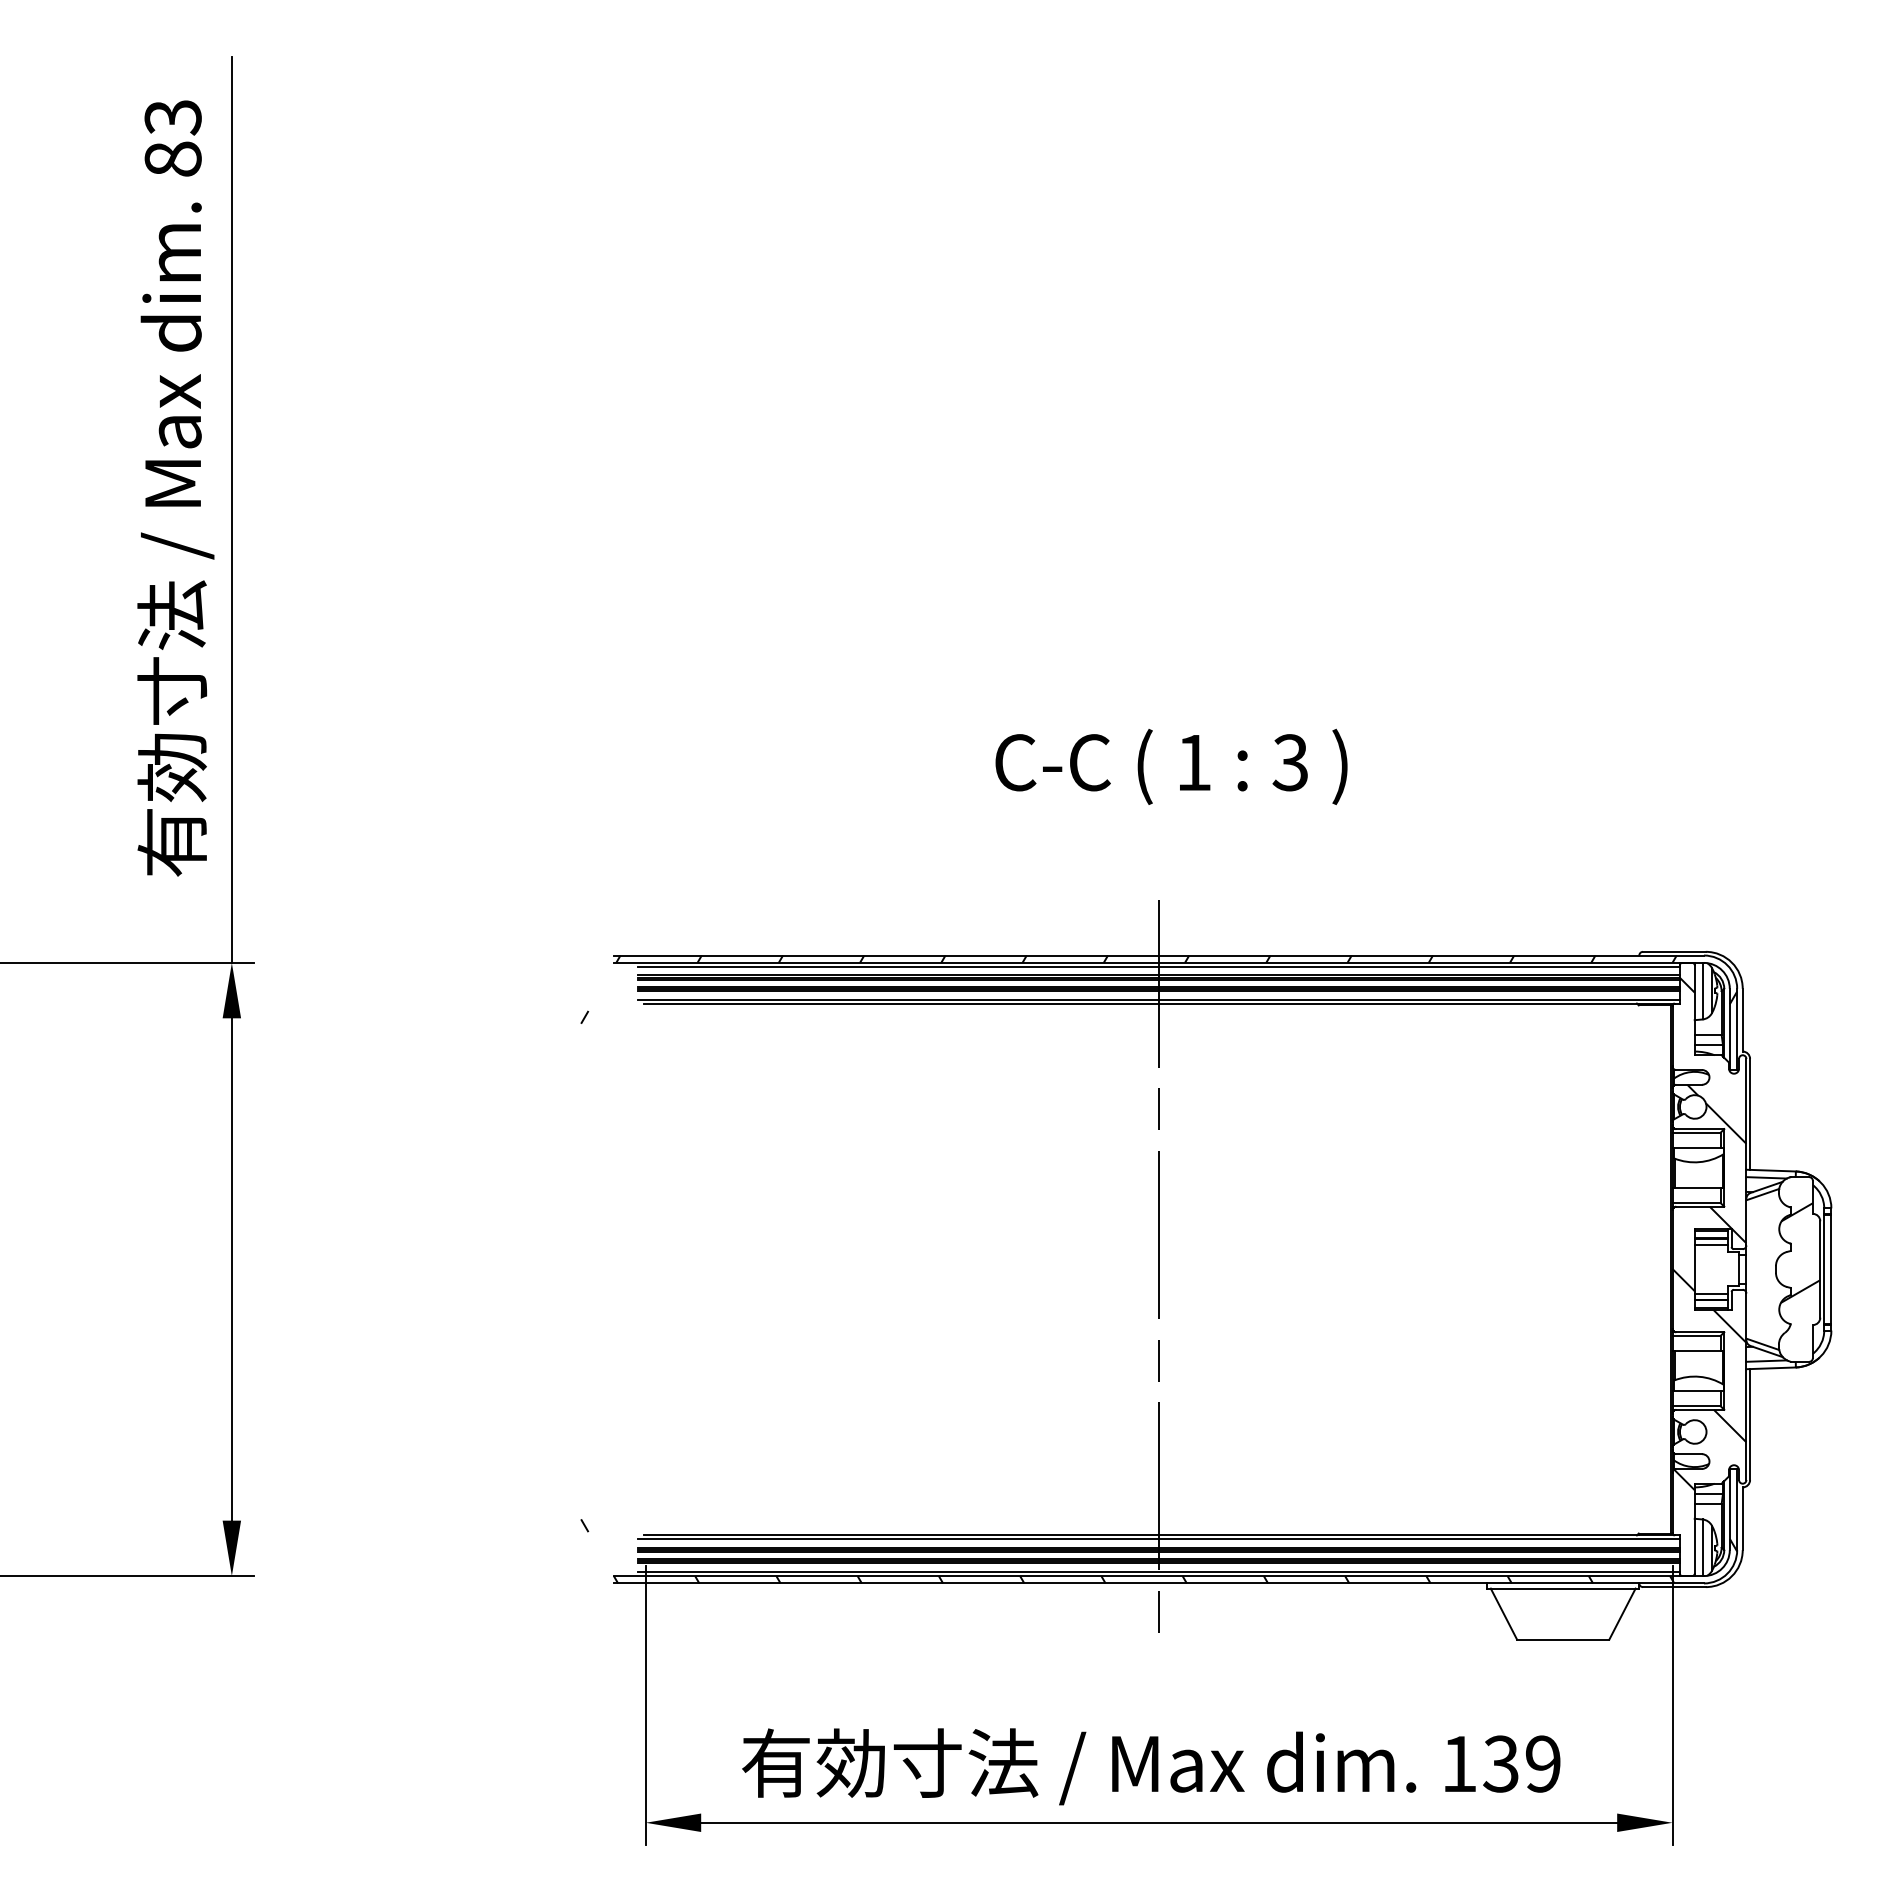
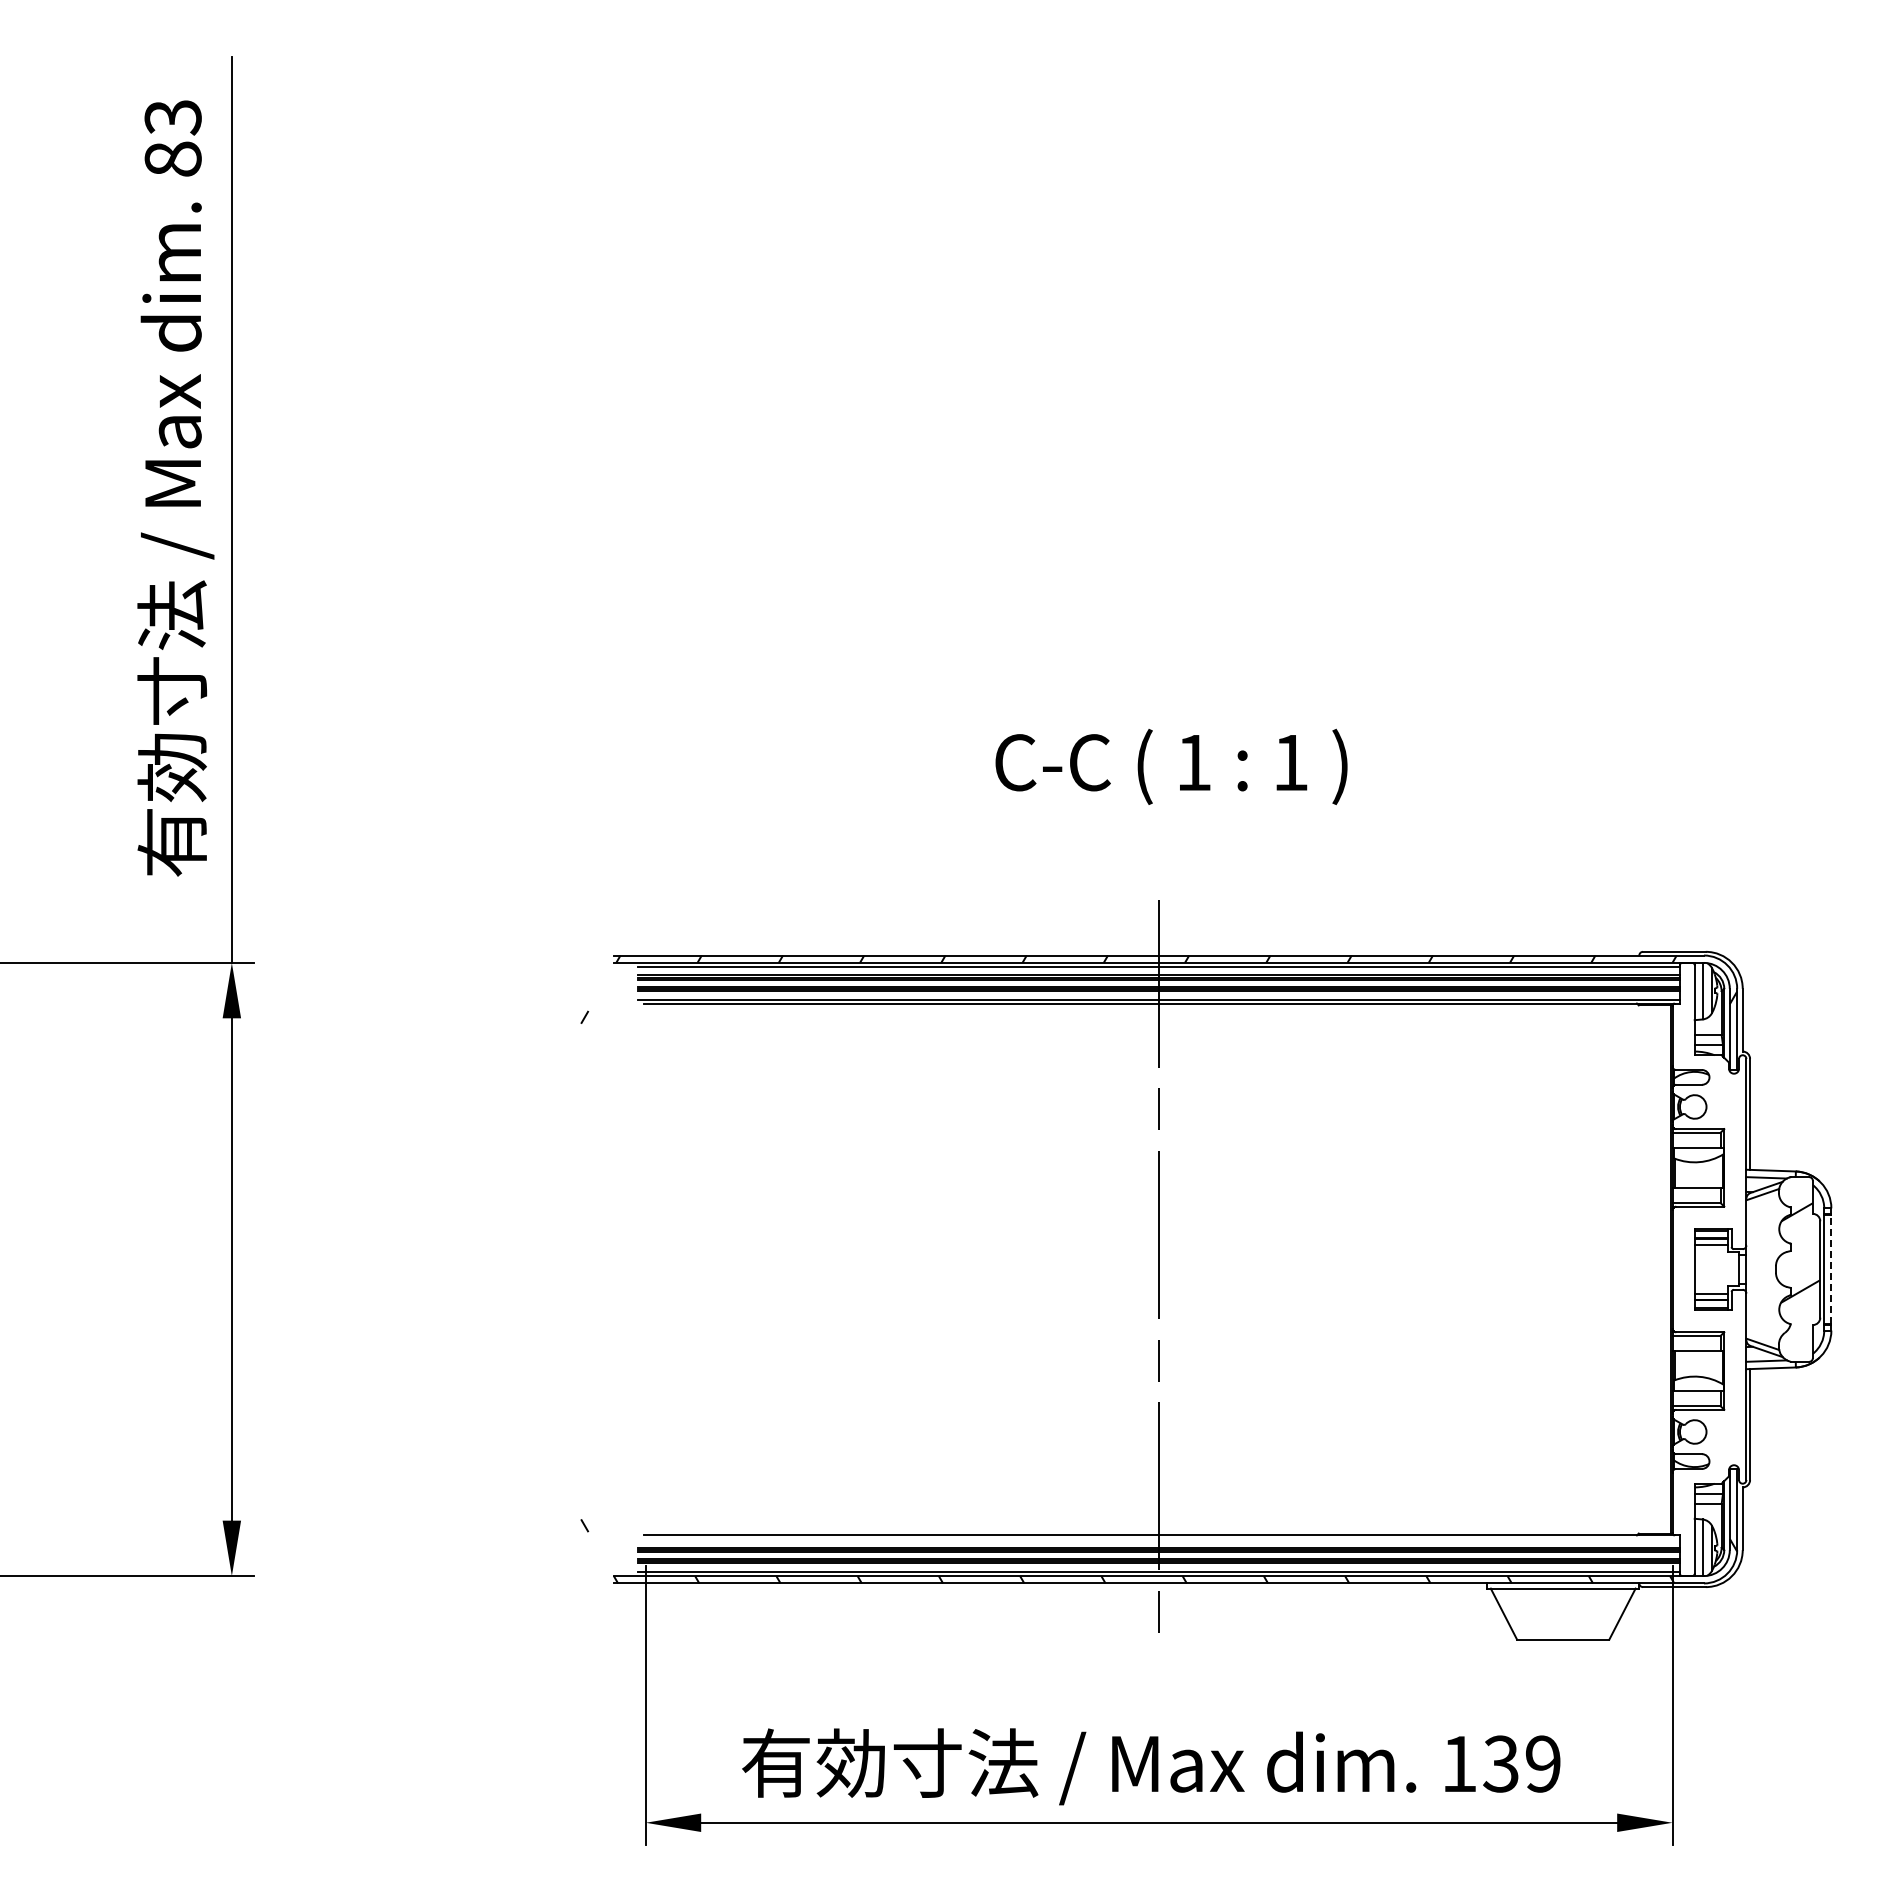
text at (1289, 762): 3 -> 1
hatch at (1709, 1233): present -> none
line at (1831, 1269): solid -> dashed
line at (1158, 1539): present -> none
